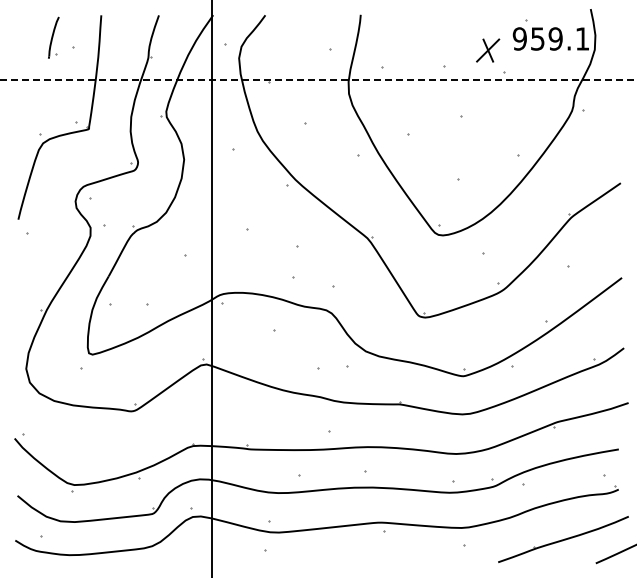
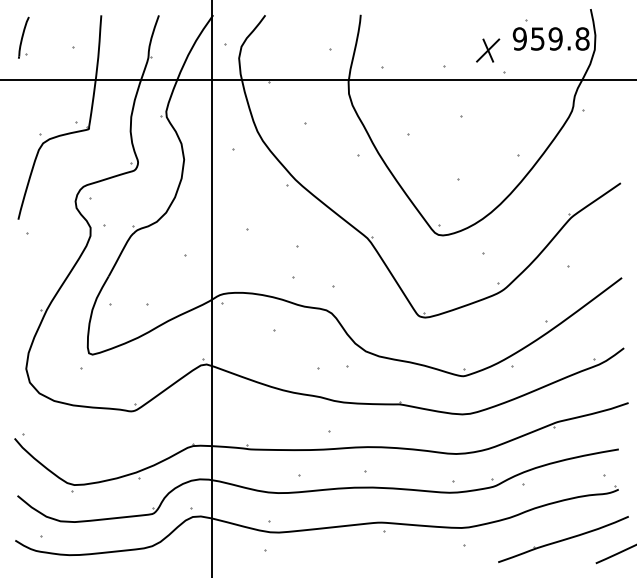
part at (53, 37) position: (53, 37) -> (23, 37)
text at (582, 38): 959.1 -> 959.8
line at (319, 80): dashed -> solid
